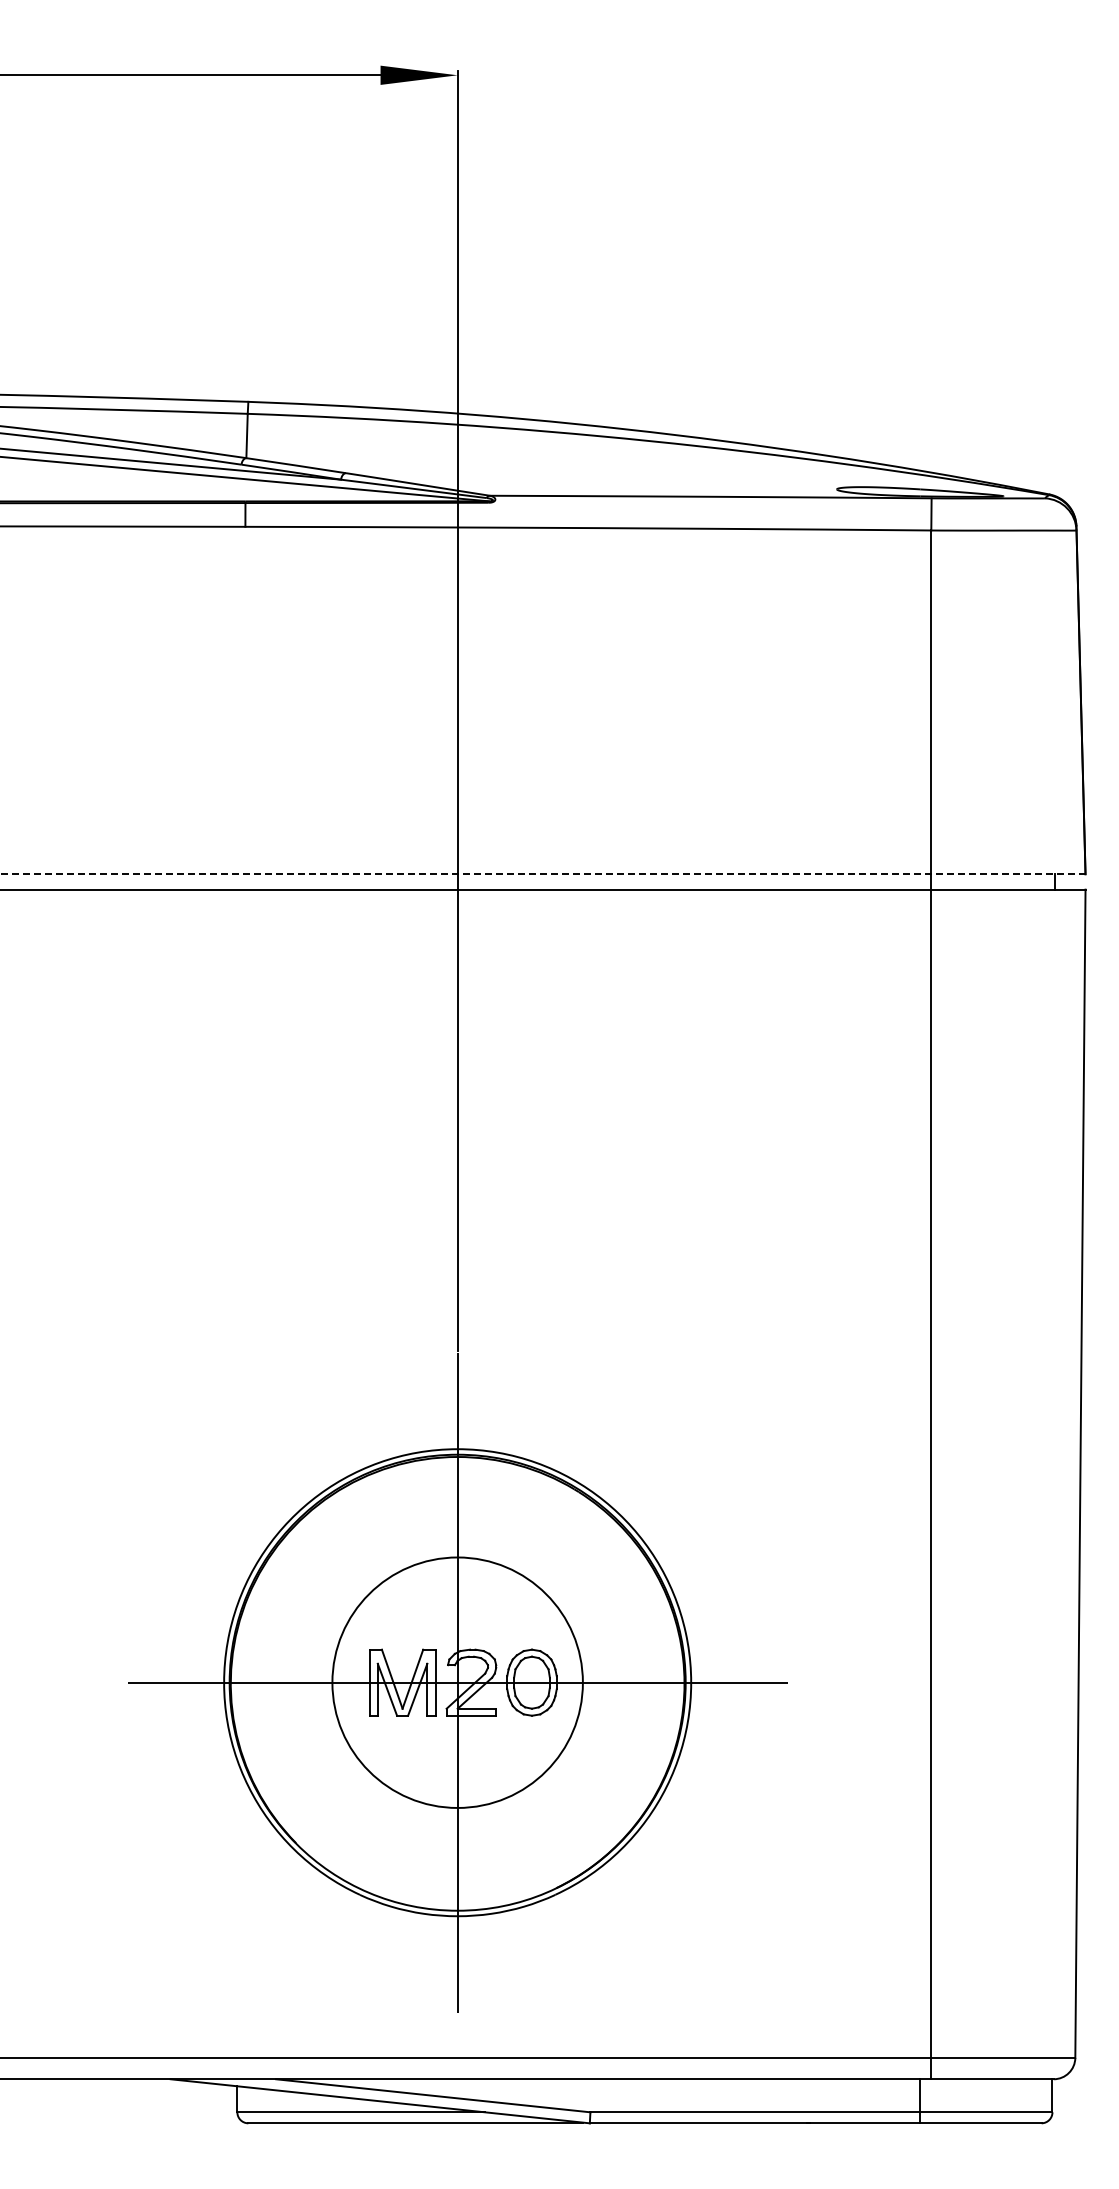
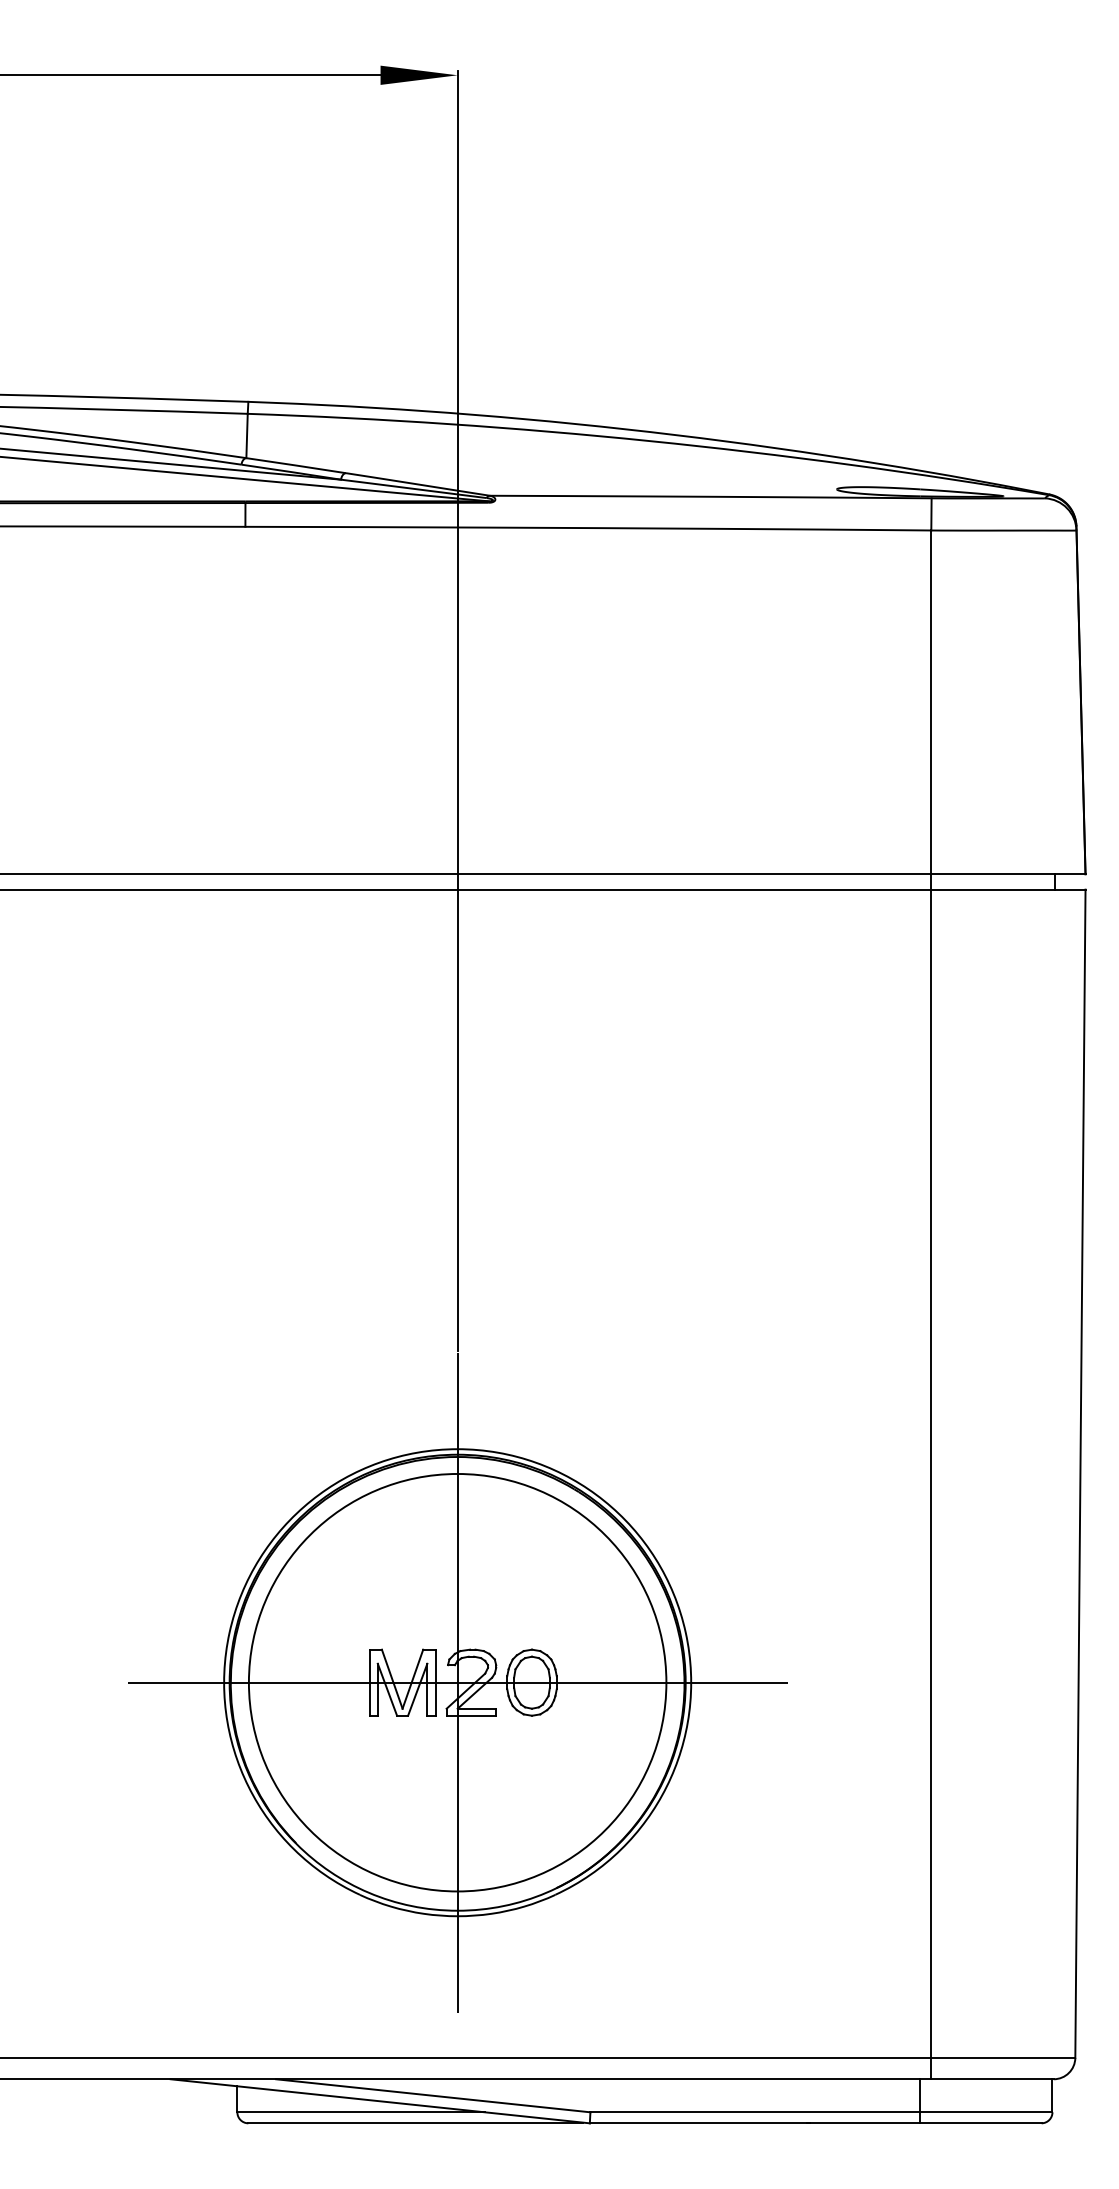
line at (542, 874): dashed -> solid
circle at (457, 1682) diameter: 250 px -> 417 px
